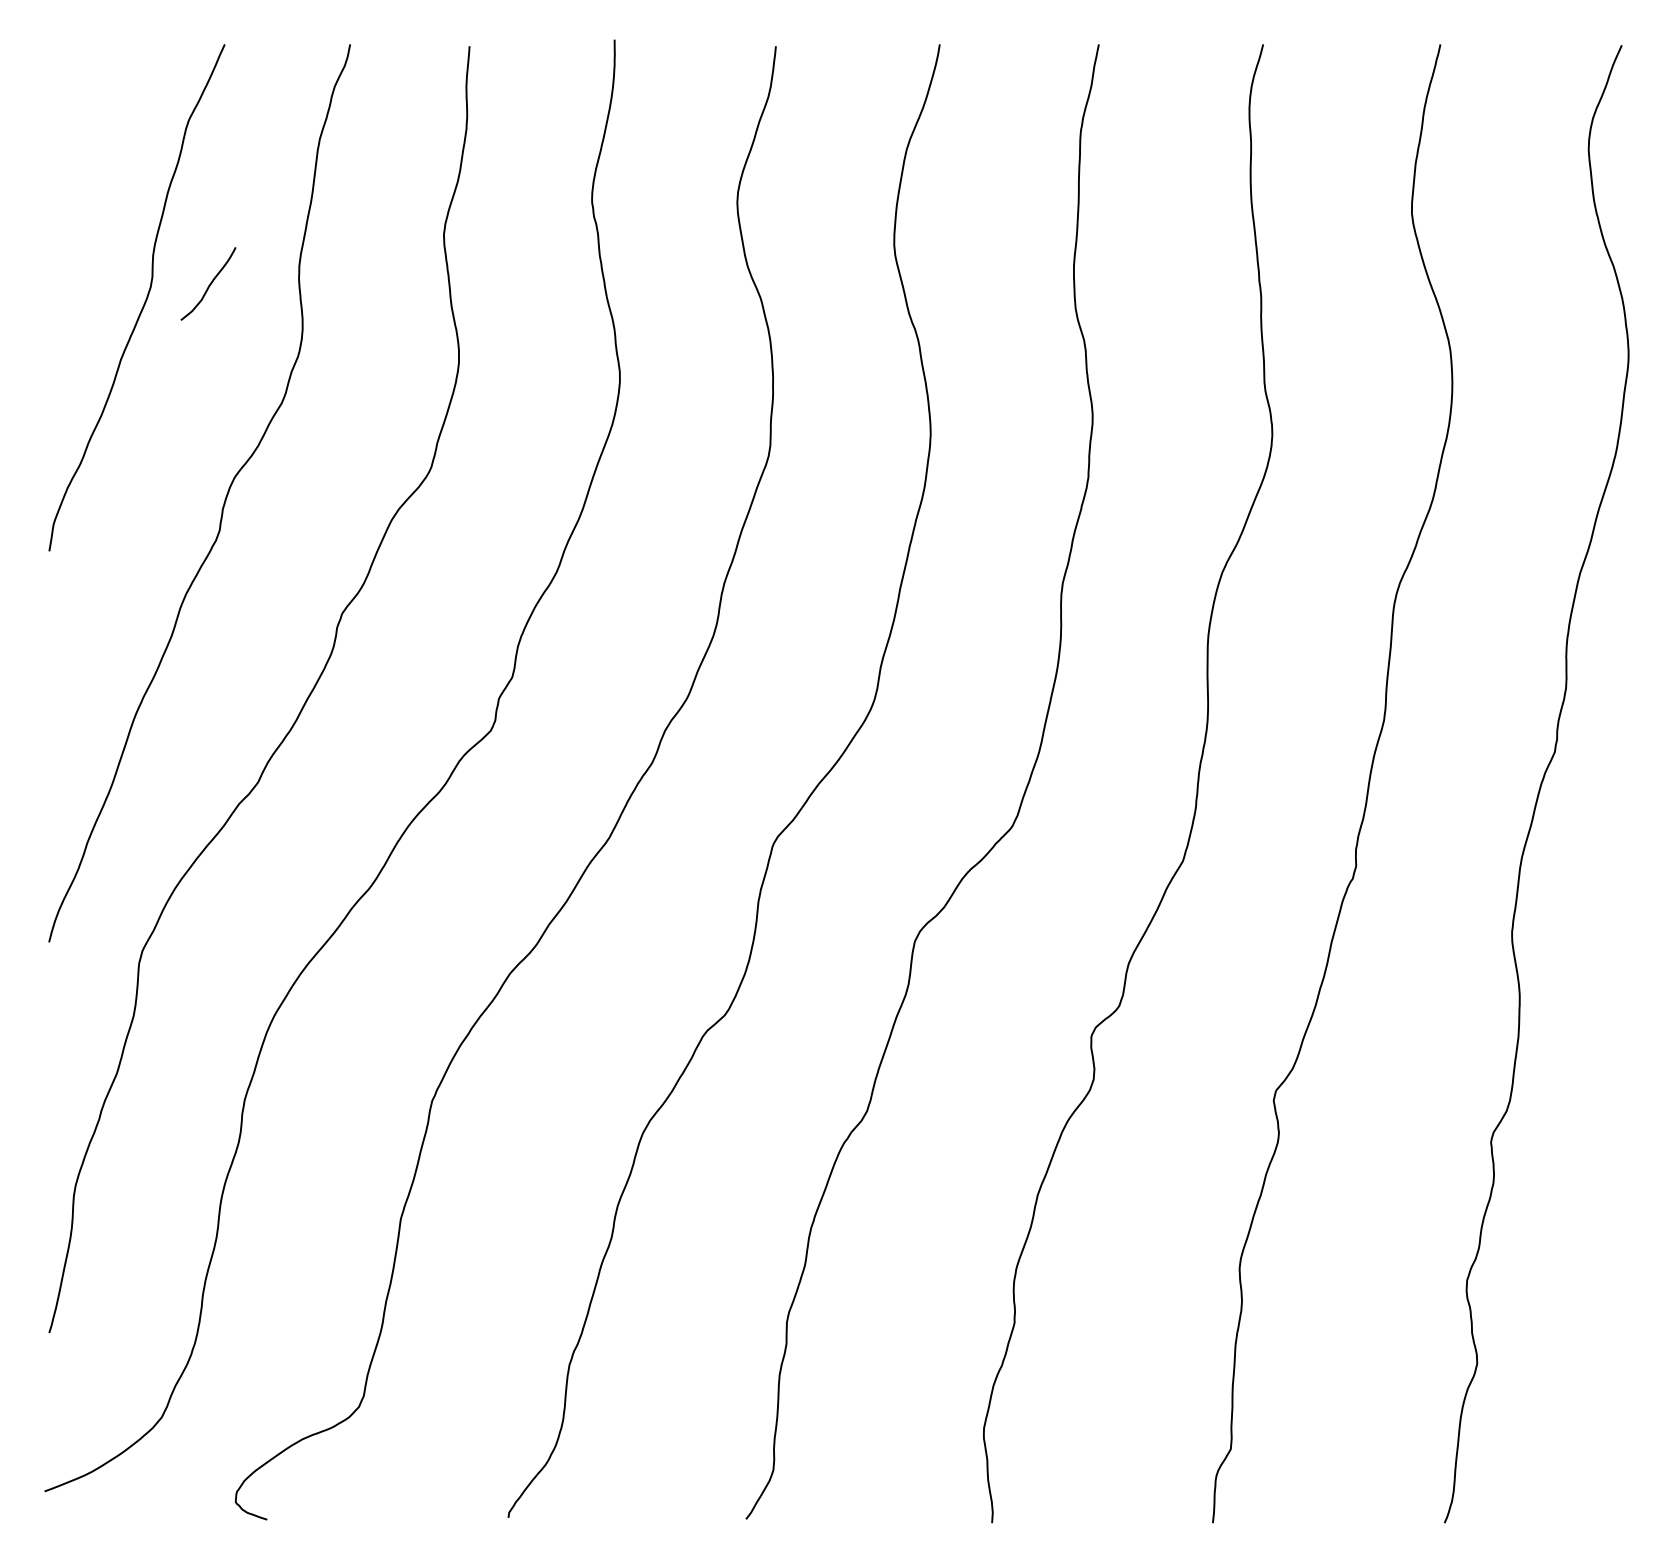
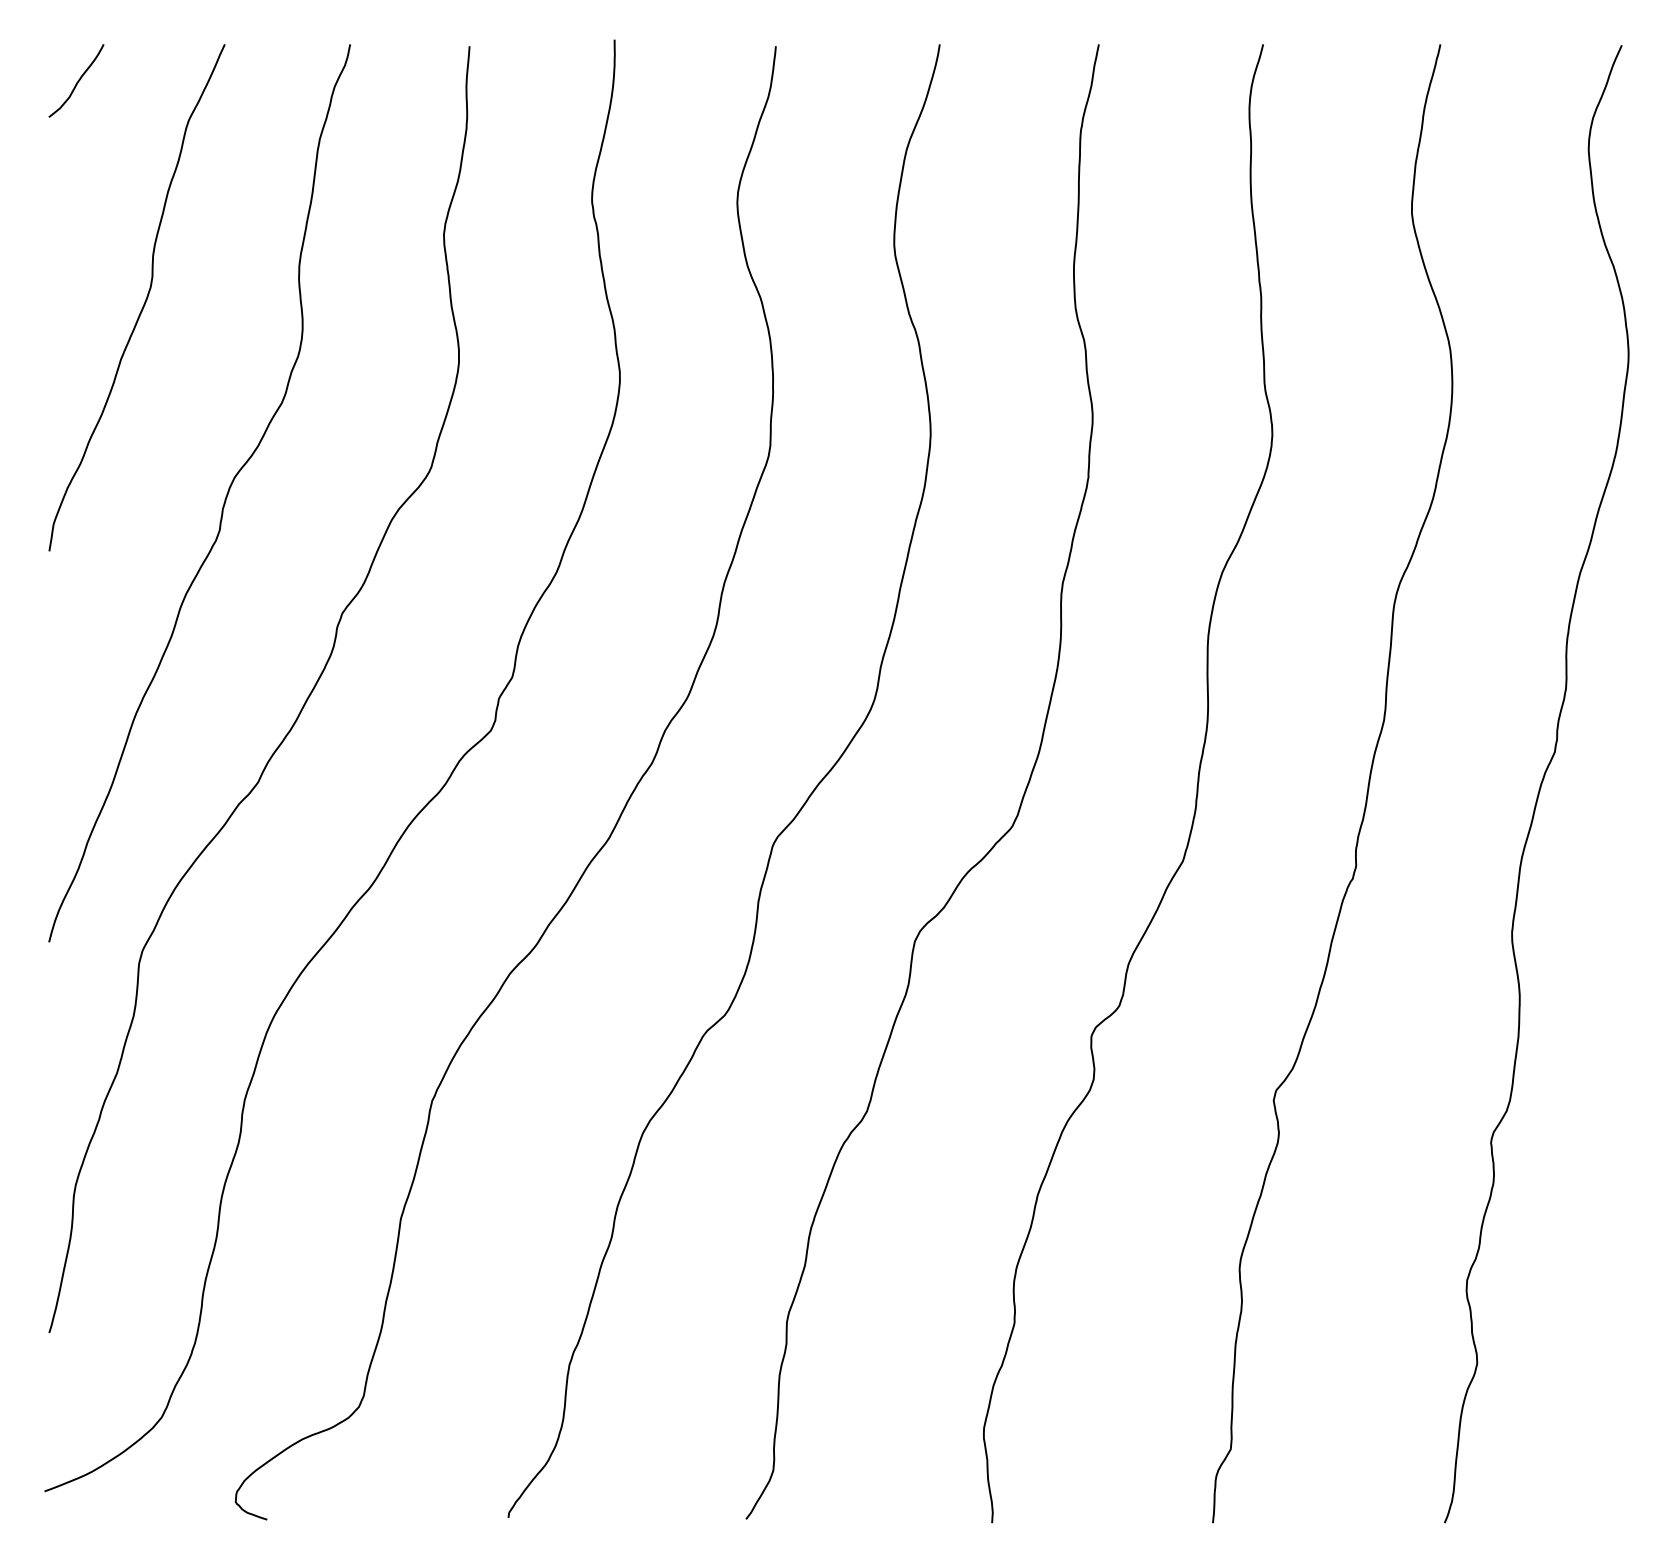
curve at (209, 283) position: (209, 283) -> (77, 80)
